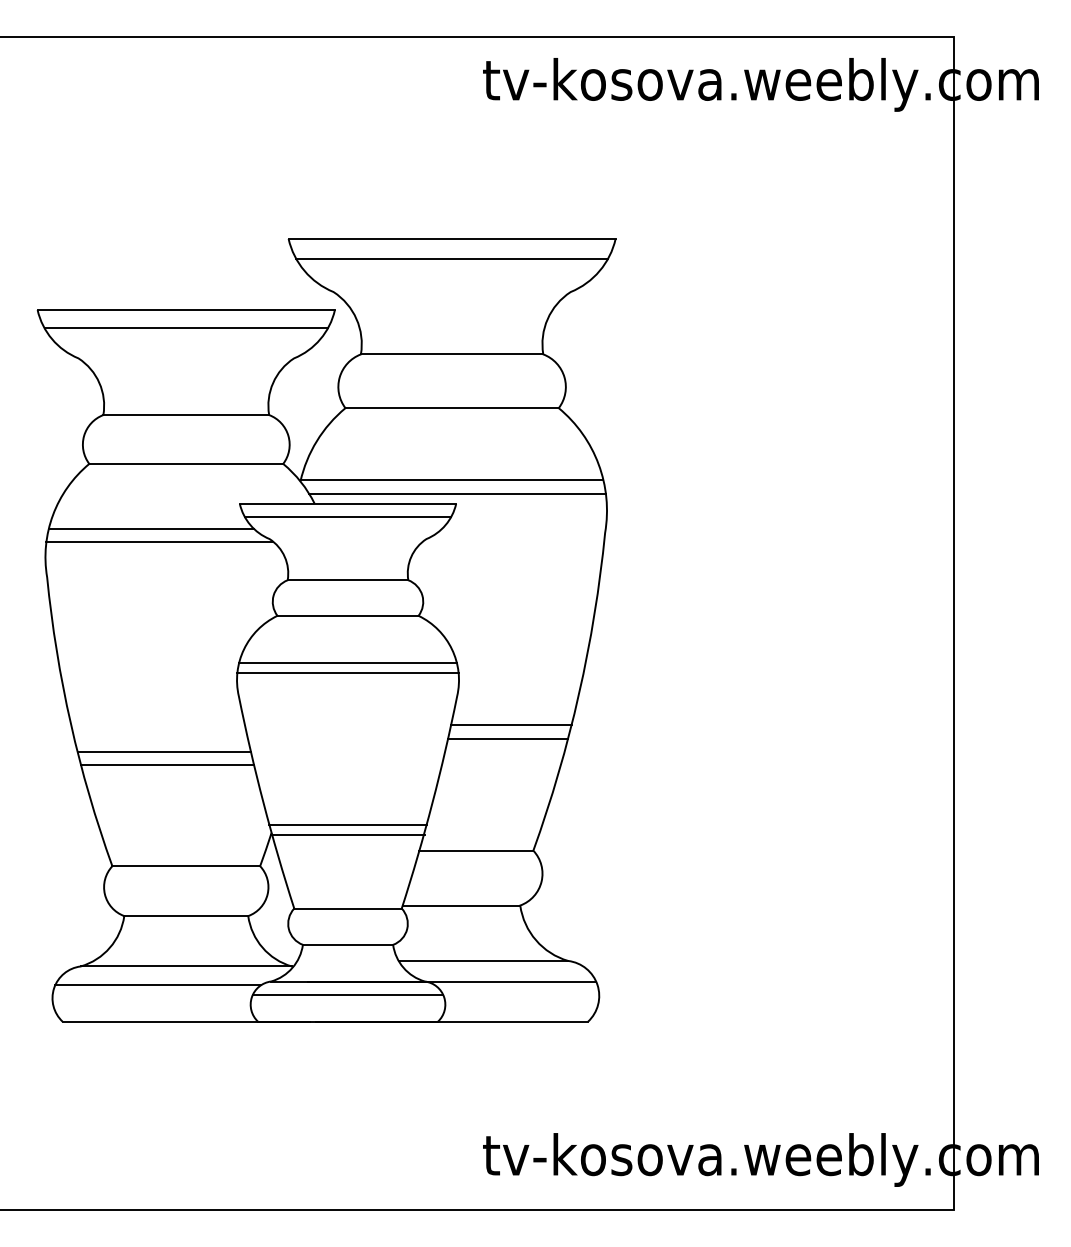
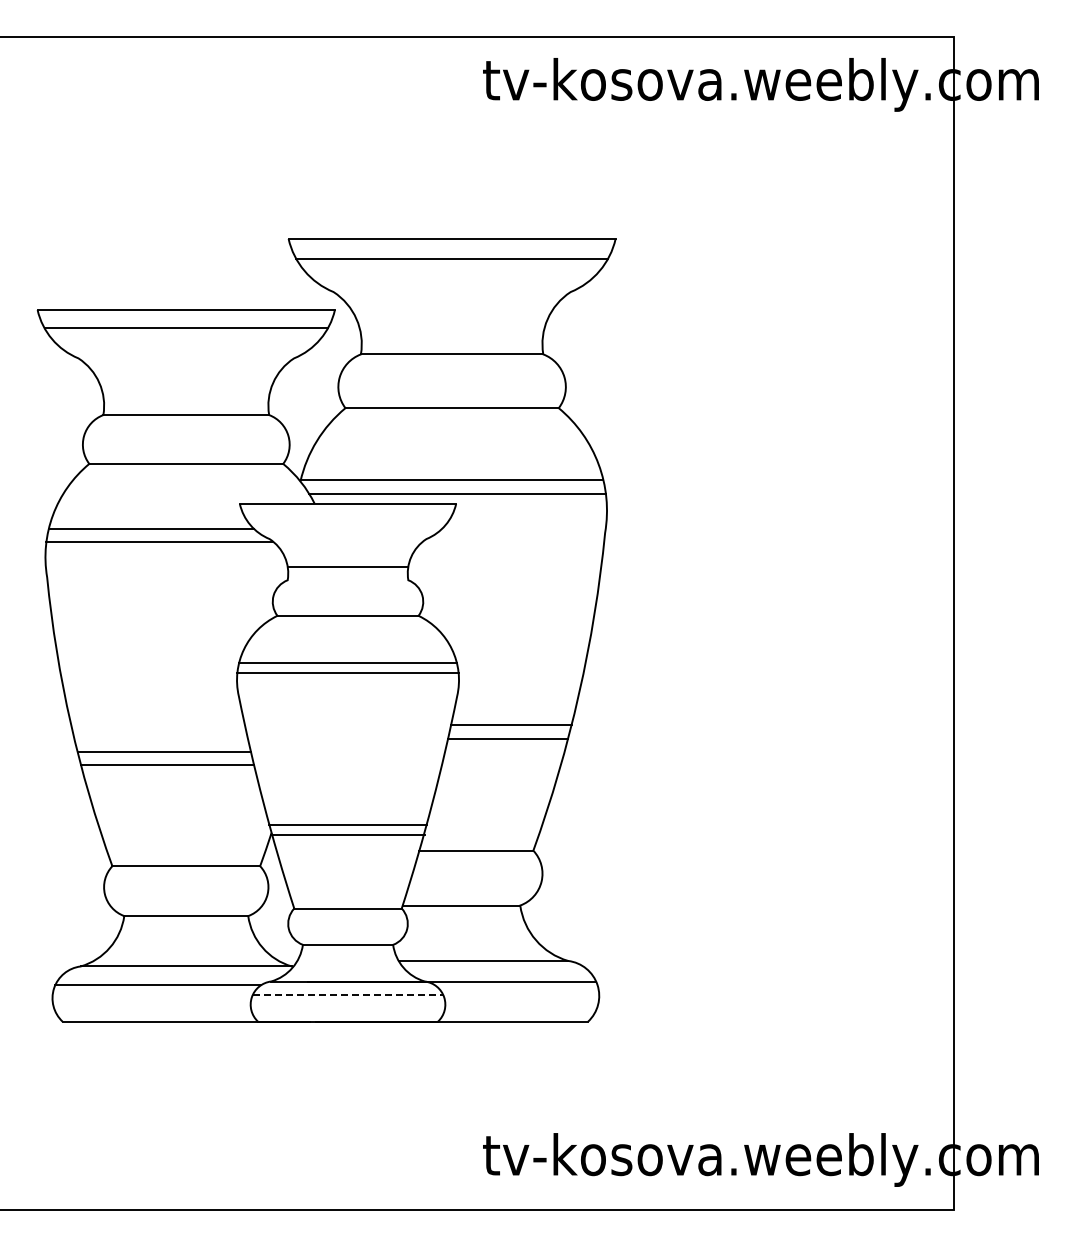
line at (347, 517): present -> none
line at (347, 580) position: (347, 580) -> (347, 567)
line at (348, 995): solid -> dashed
